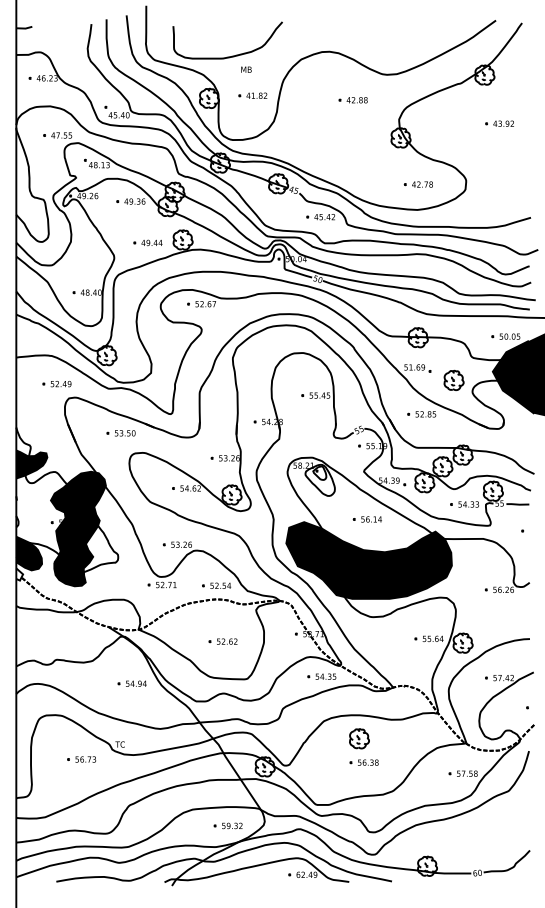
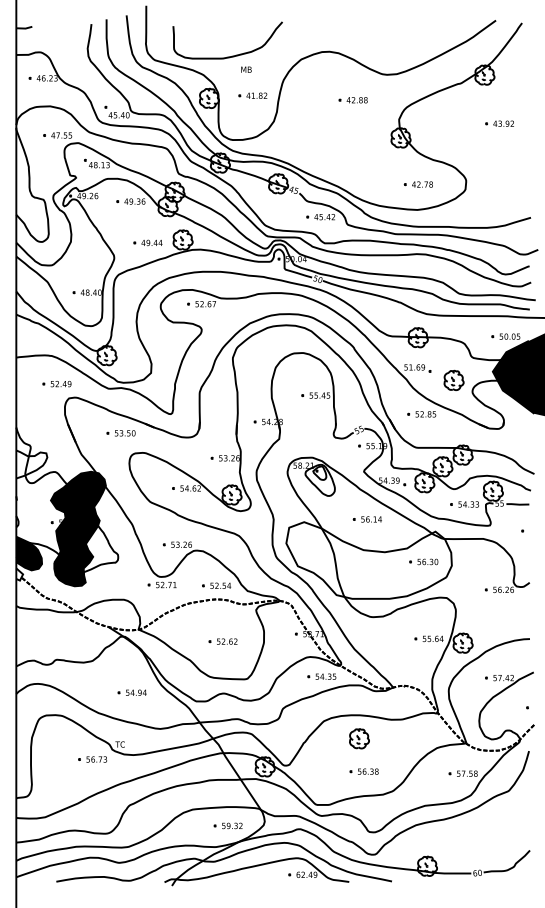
fill at (31, 464): present -> none
fill at (368, 560): present -> none
part at (131, 683) position: (131, 683) -> (131, 692)
part at (81, 759) position: (81, 759) -> (92, 759)
part at (363, 762) position: (363, 762) -> (363, 771)
